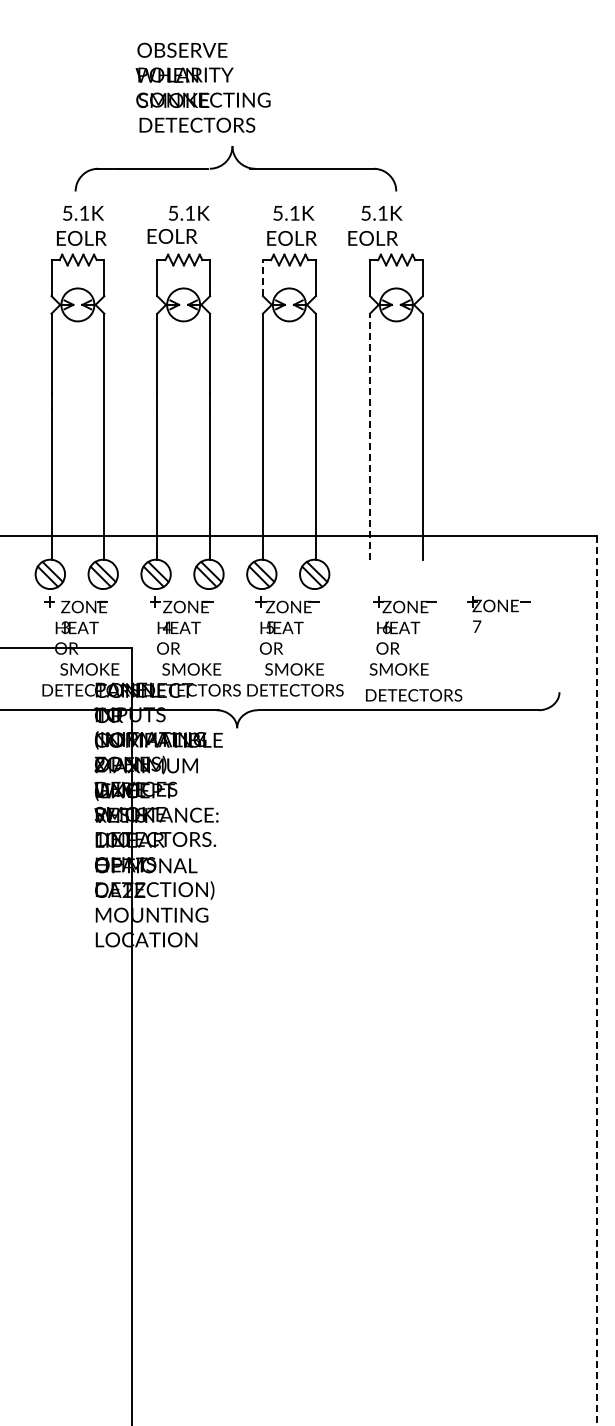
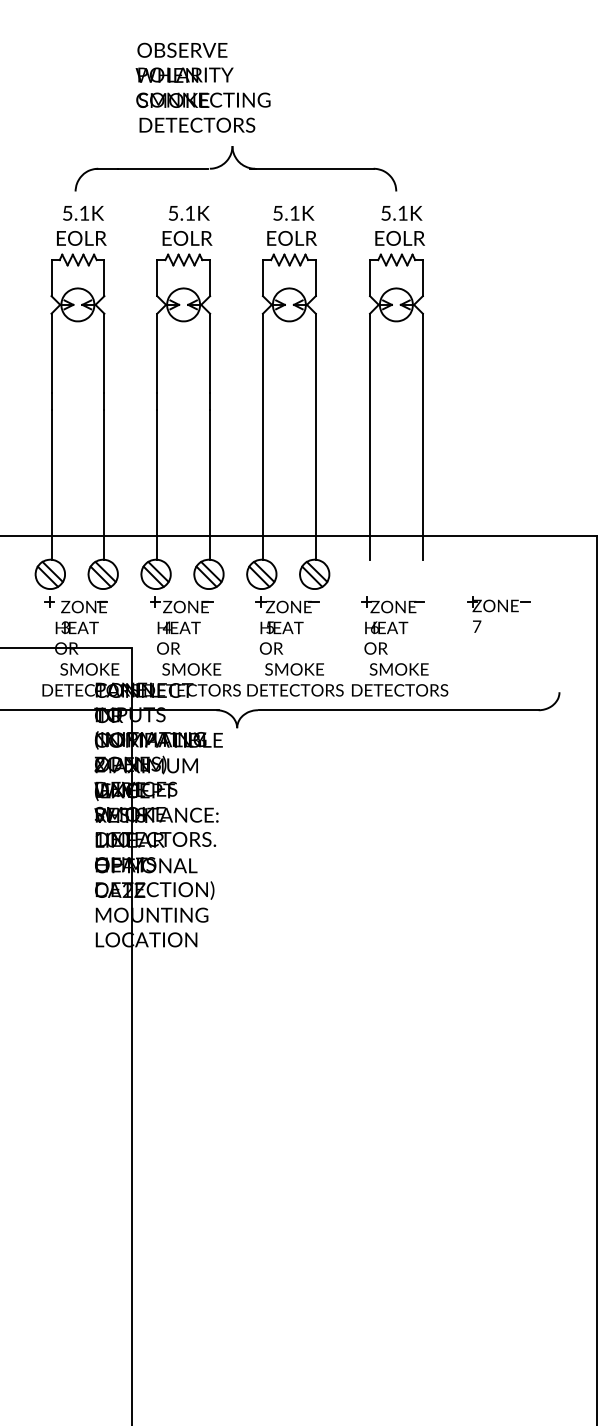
text at (381, 213) position: (381, 213) -> (401, 213)
text at (172, 236) position: (172, 236) -> (187, 238)
text at (372, 238) position: (372, 238) -> (399, 238)
line at (262, 277): dashed -> solid
line at (370, 436): dashed -> solid
part at (404, 625) position: (404, 625) -> (392, 625)
text at (414, 695) position: (414, 695) -> (400, 690)
line at (596, 981): dashed -> solid
